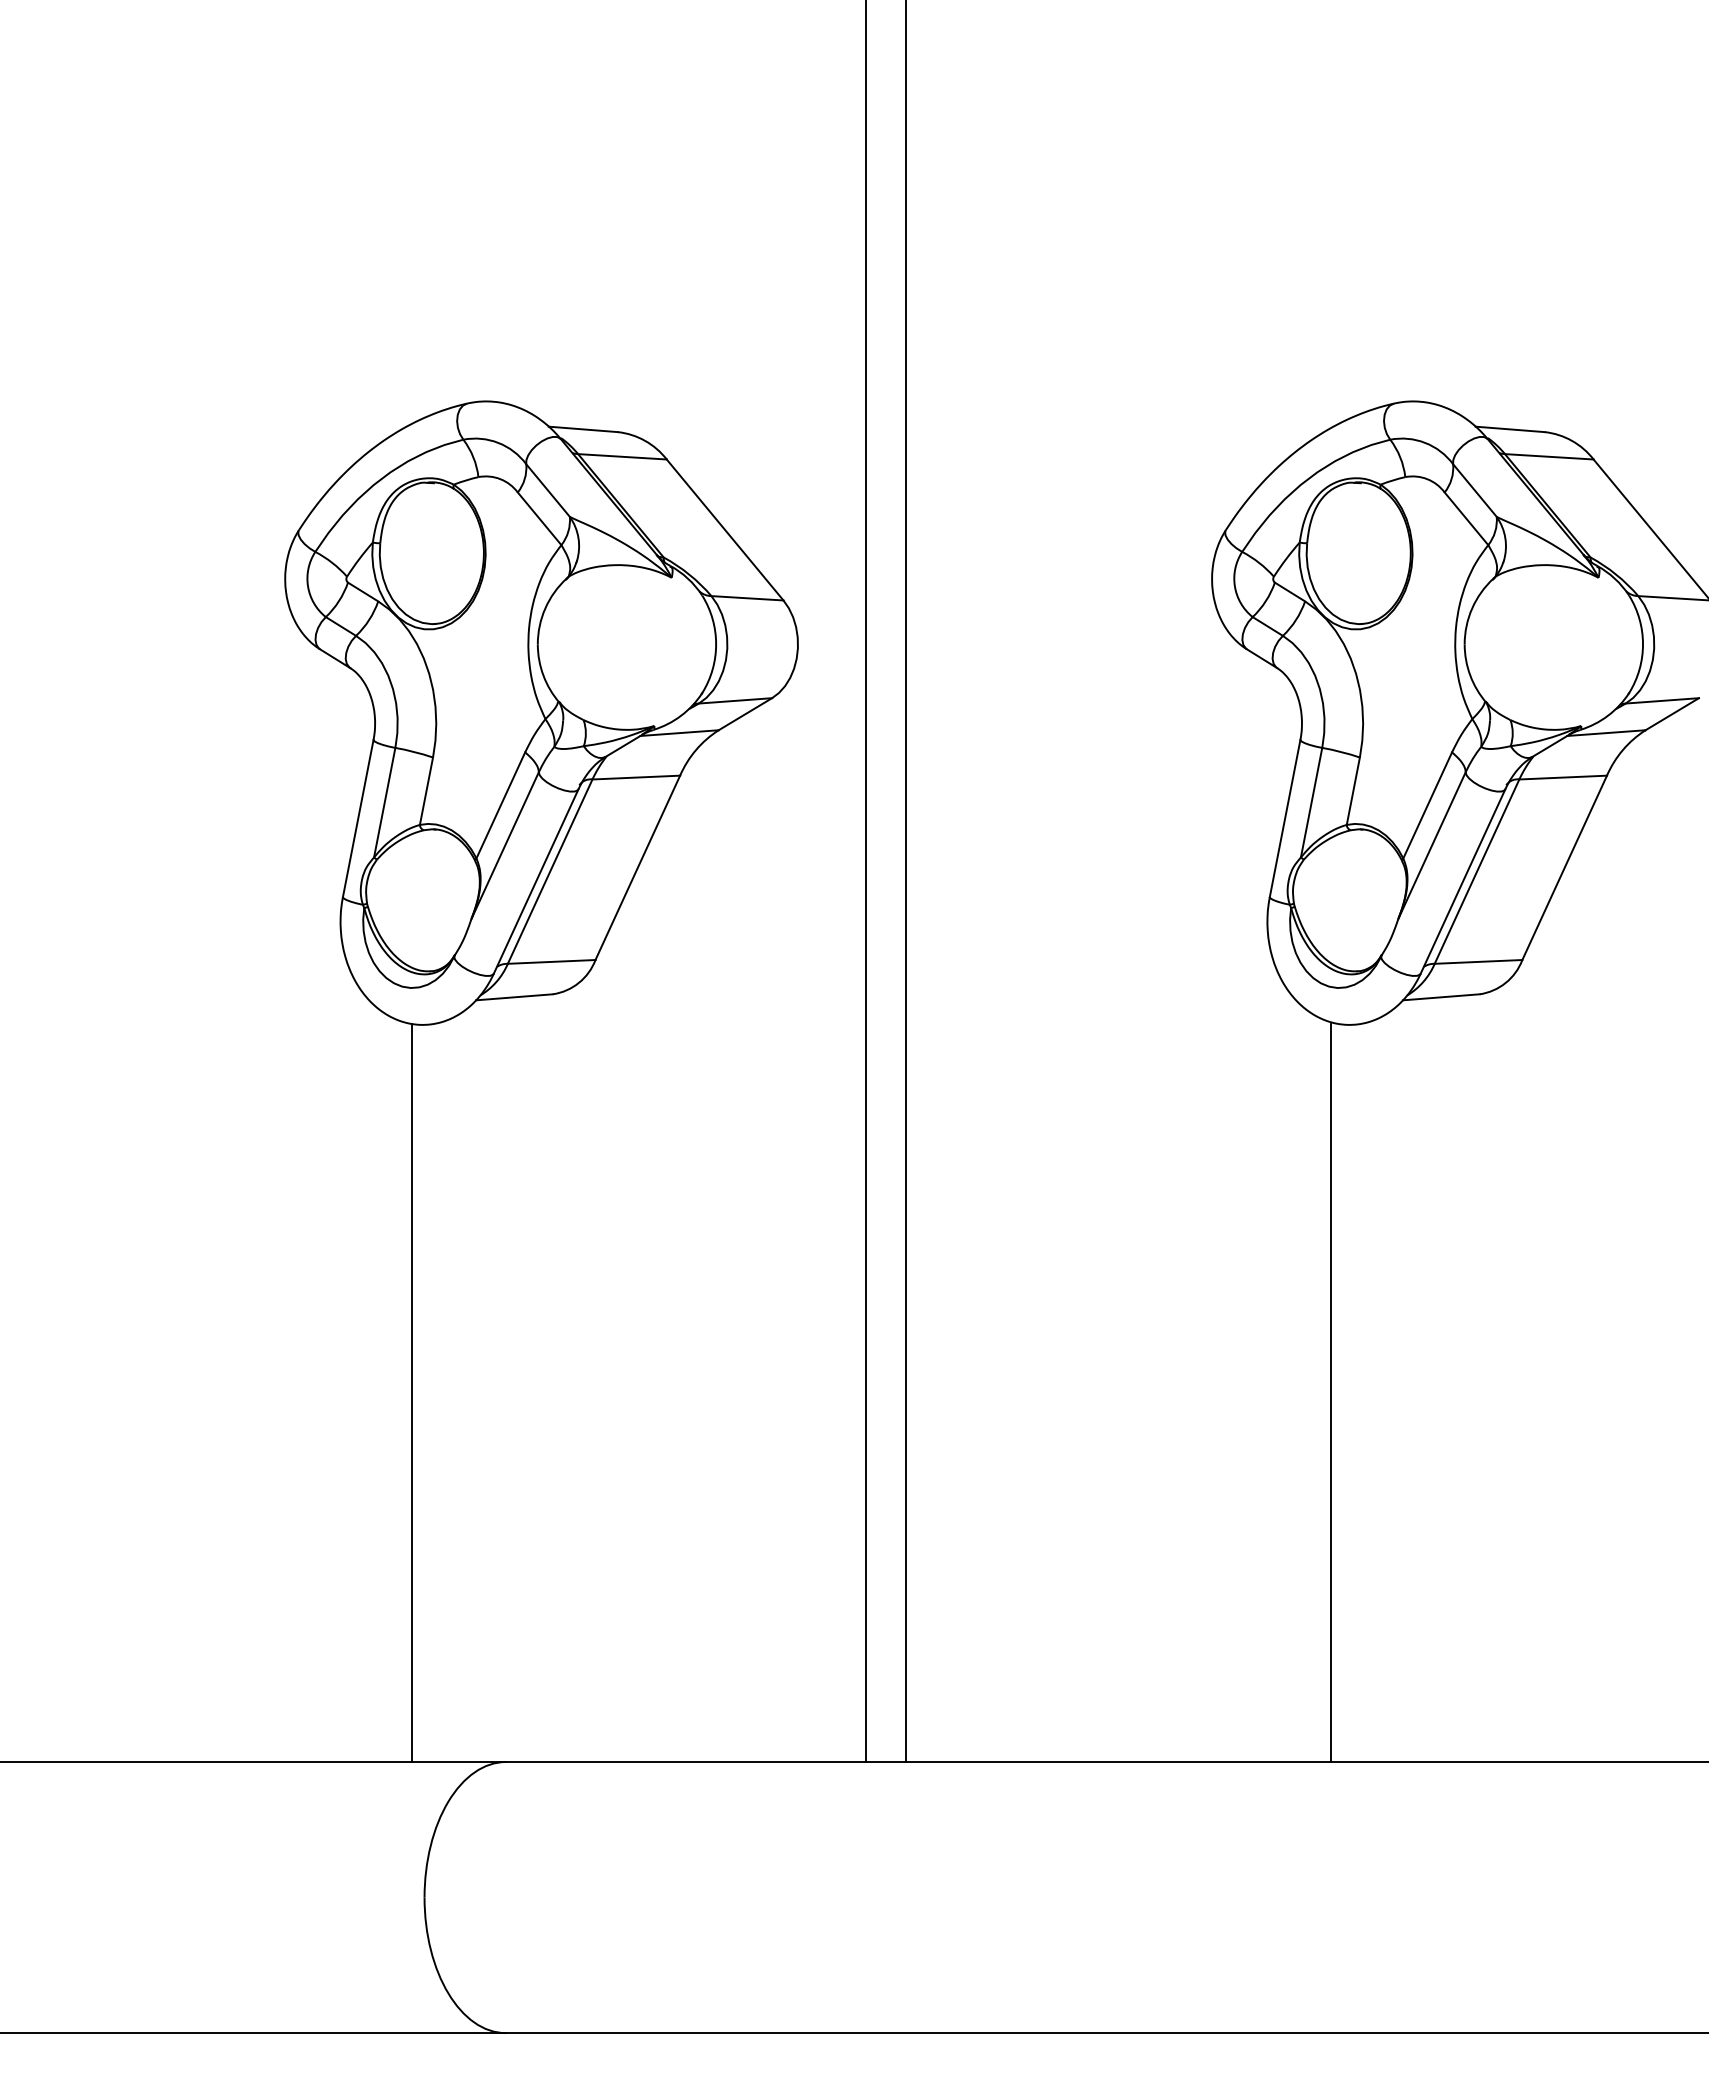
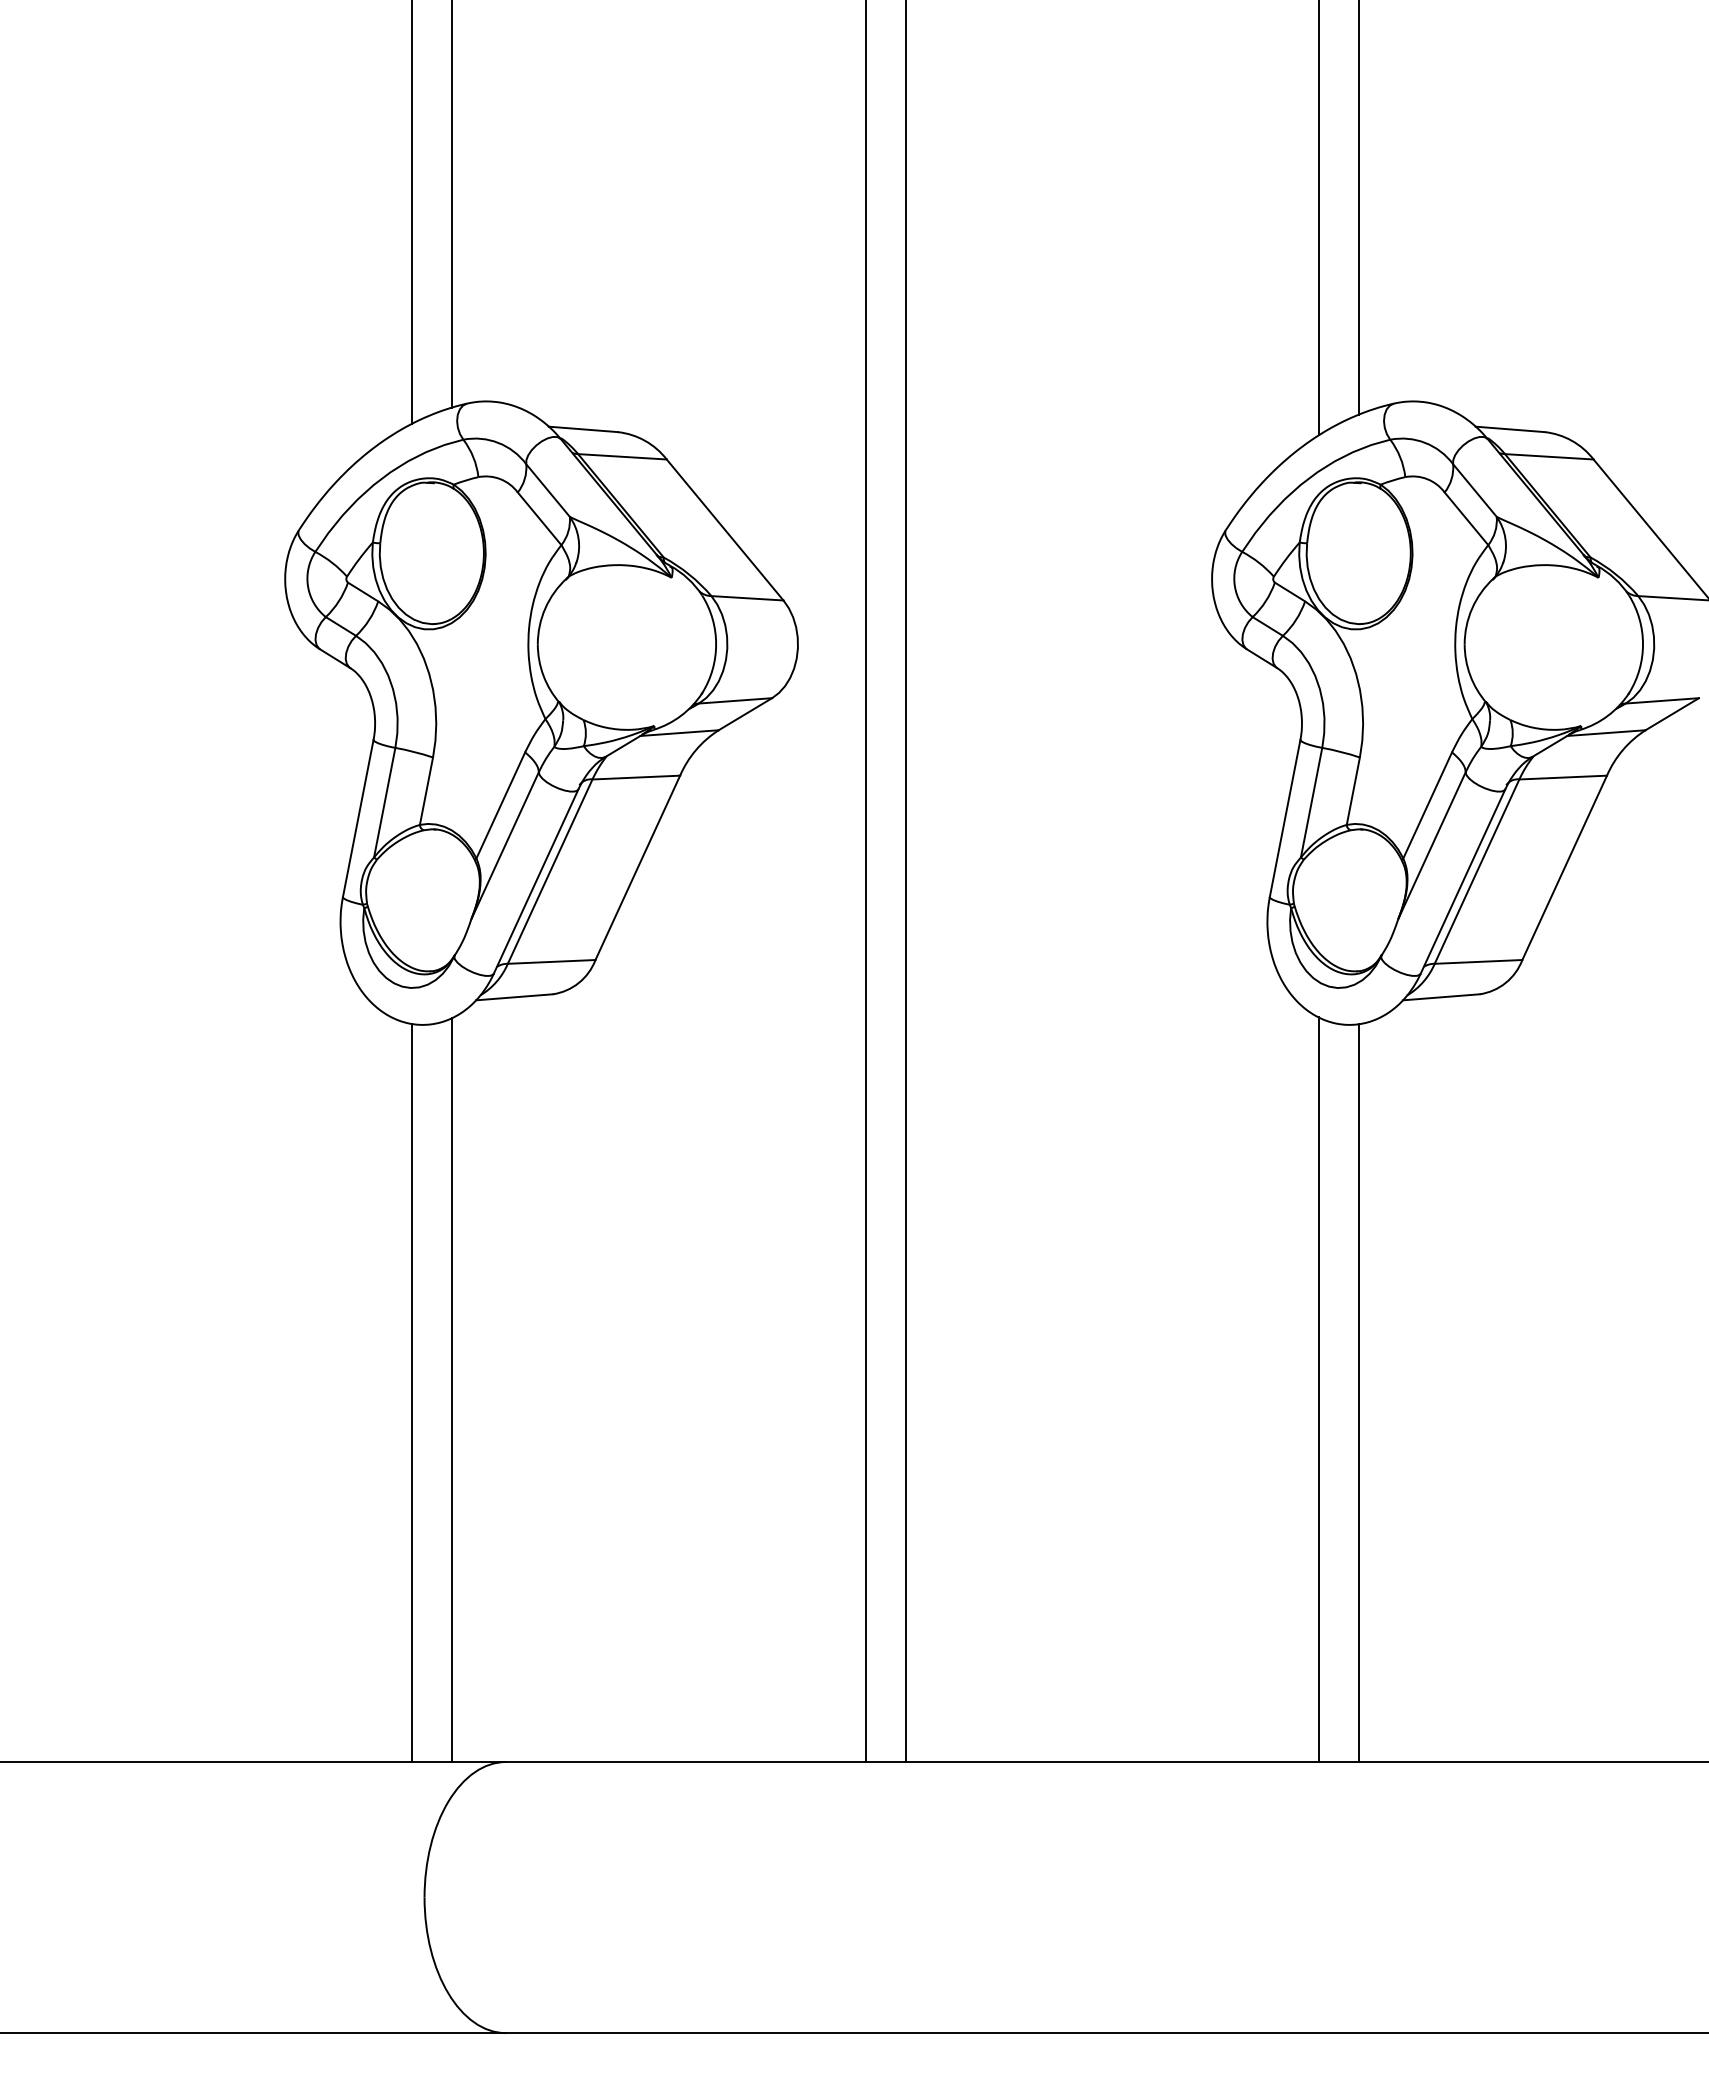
line at (452, 204): none -> present
line at (1359, 208): none -> present
line at (412, 212): none -> present
line at (1319, 218): none -> present
line at (452, 1389): none -> present
line at (1319, 1389): none -> present
line at (1331, 1393) position: (1331, 1393) -> (1359, 1393)
